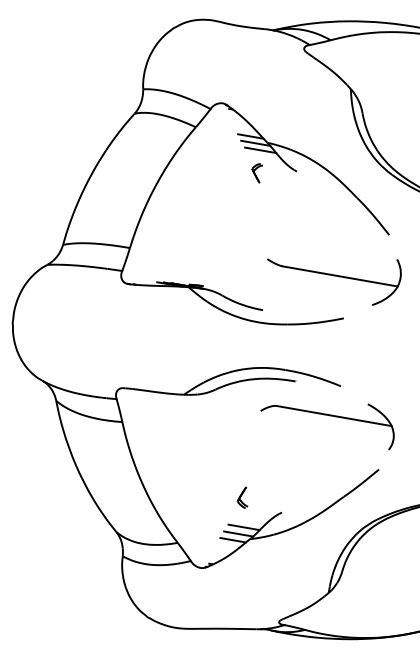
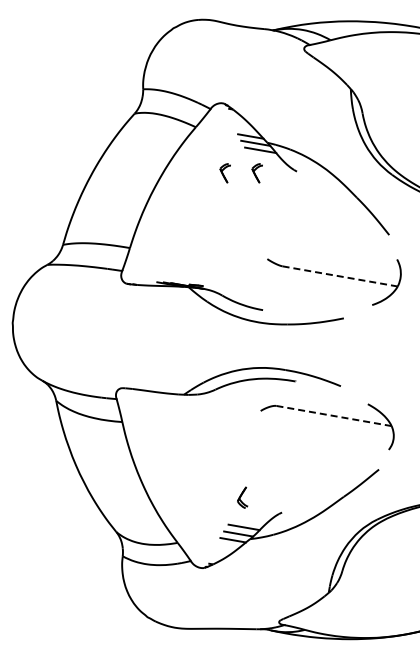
part at (224, 173): none -> present
line at (340, 276): solid -> dashed
line at (334, 416): solid -> dashed
